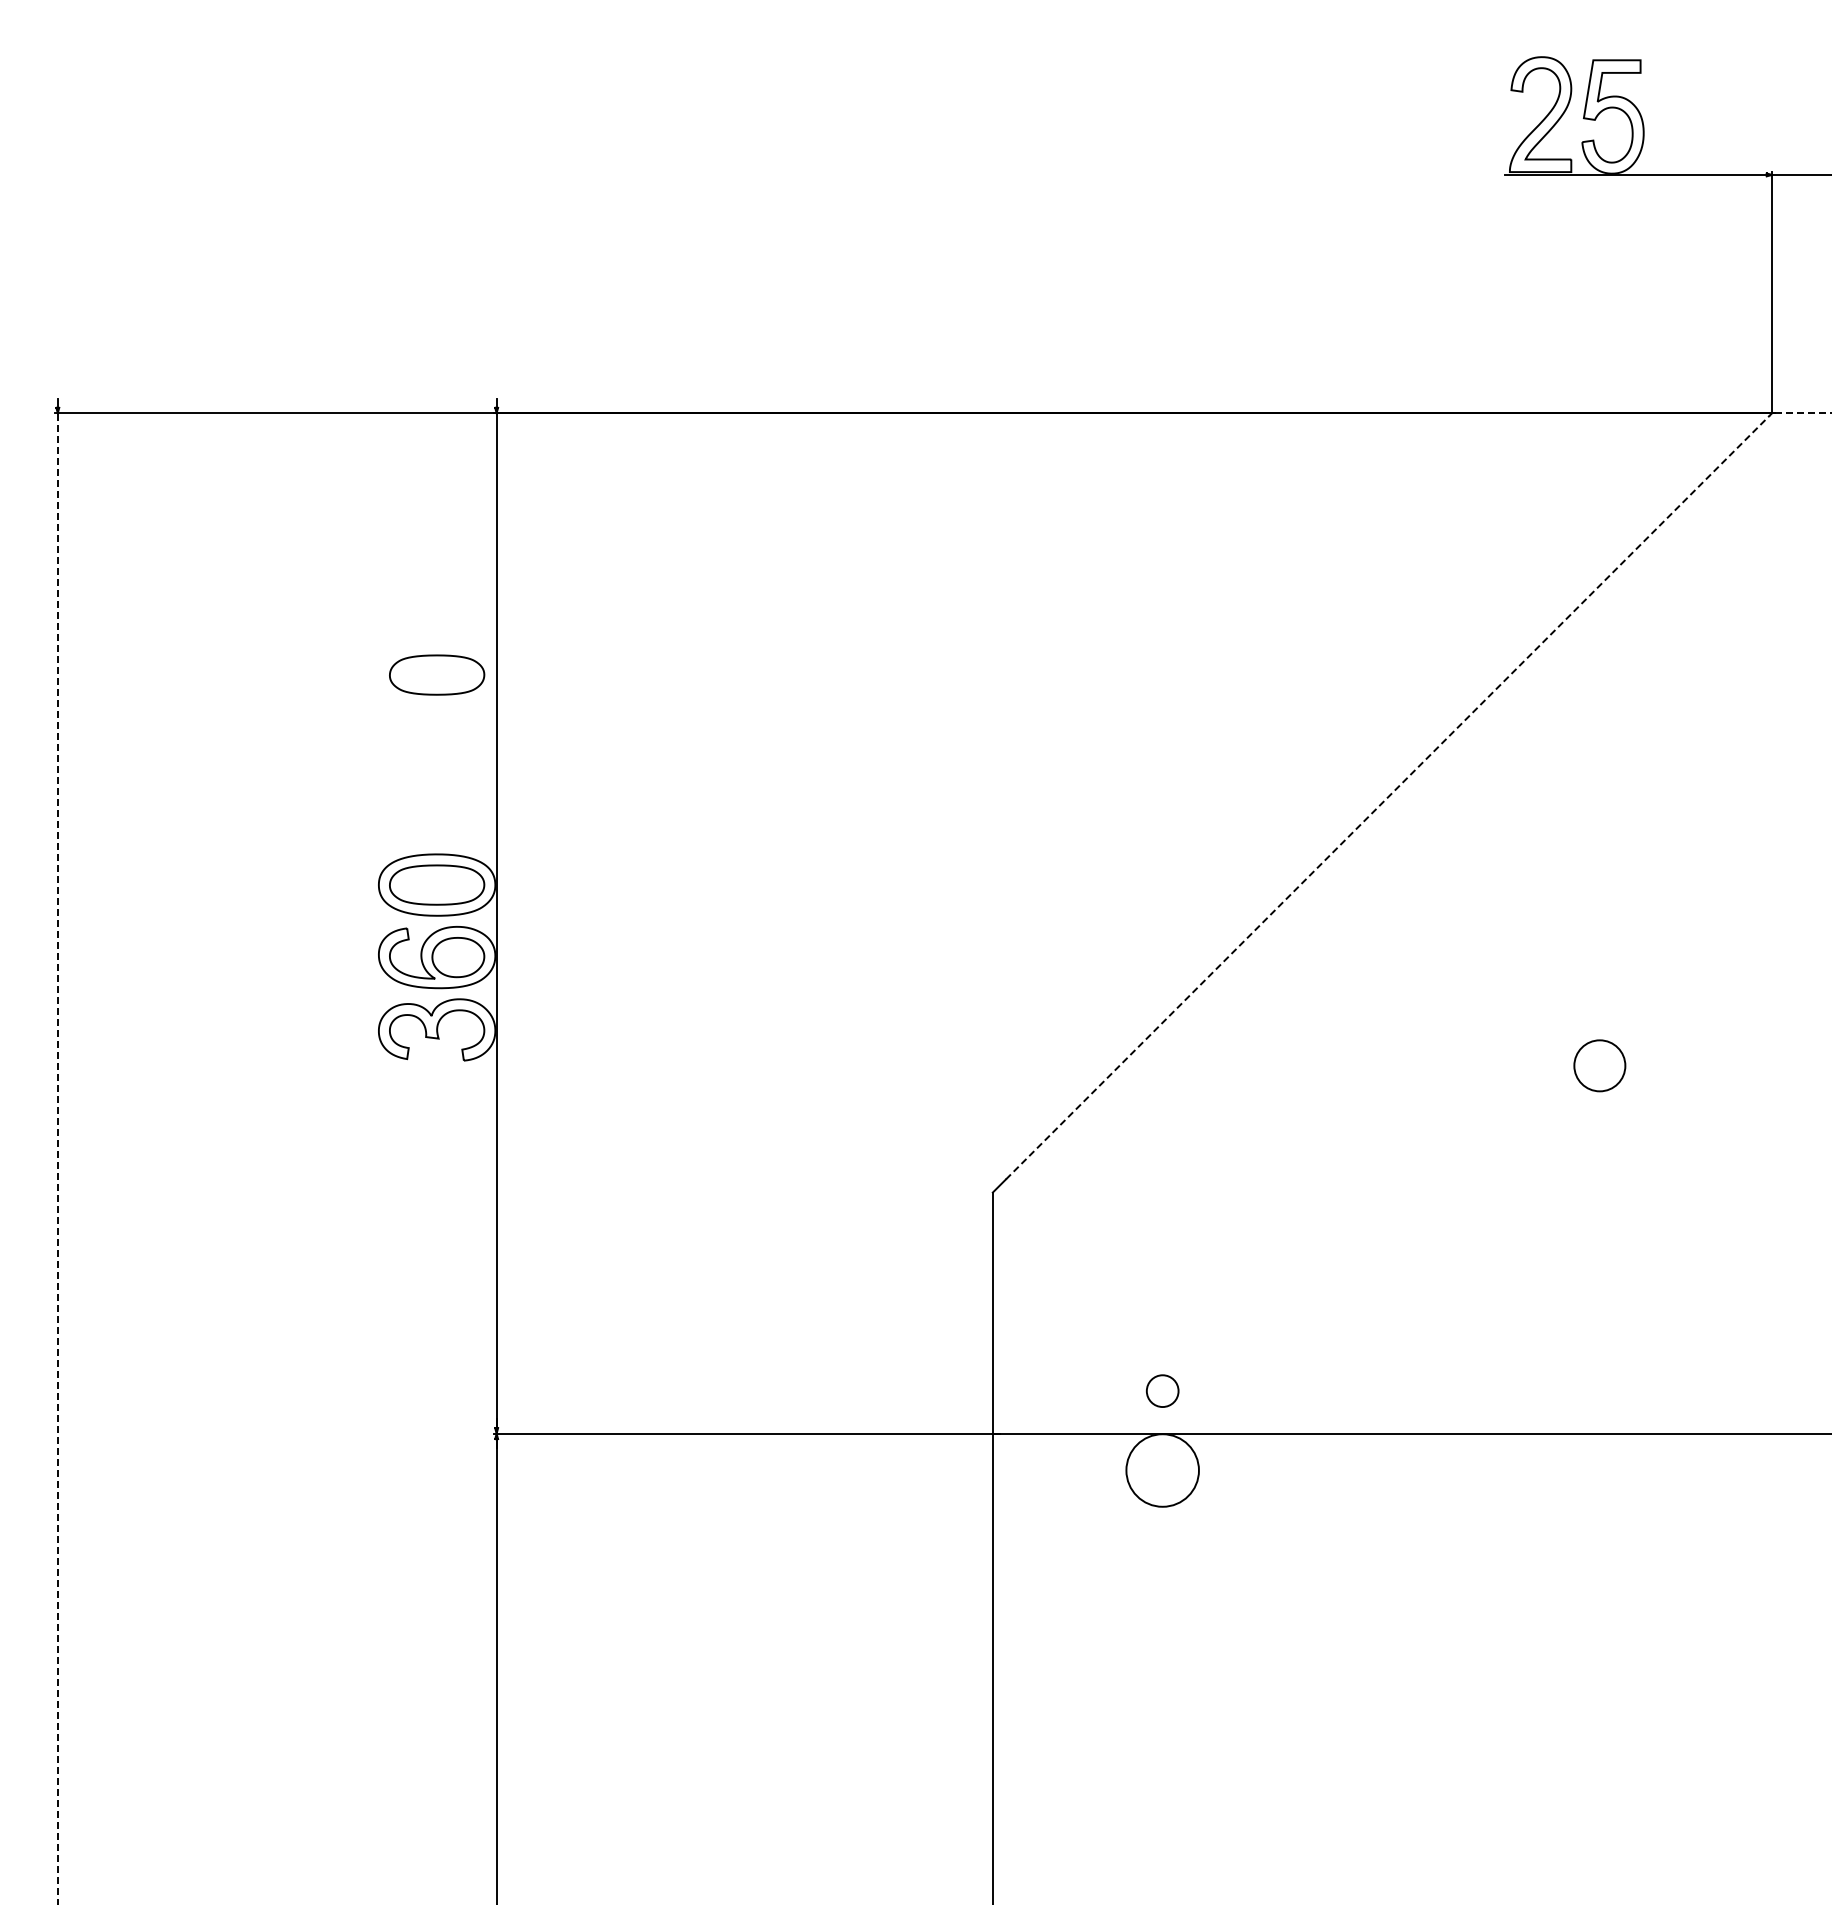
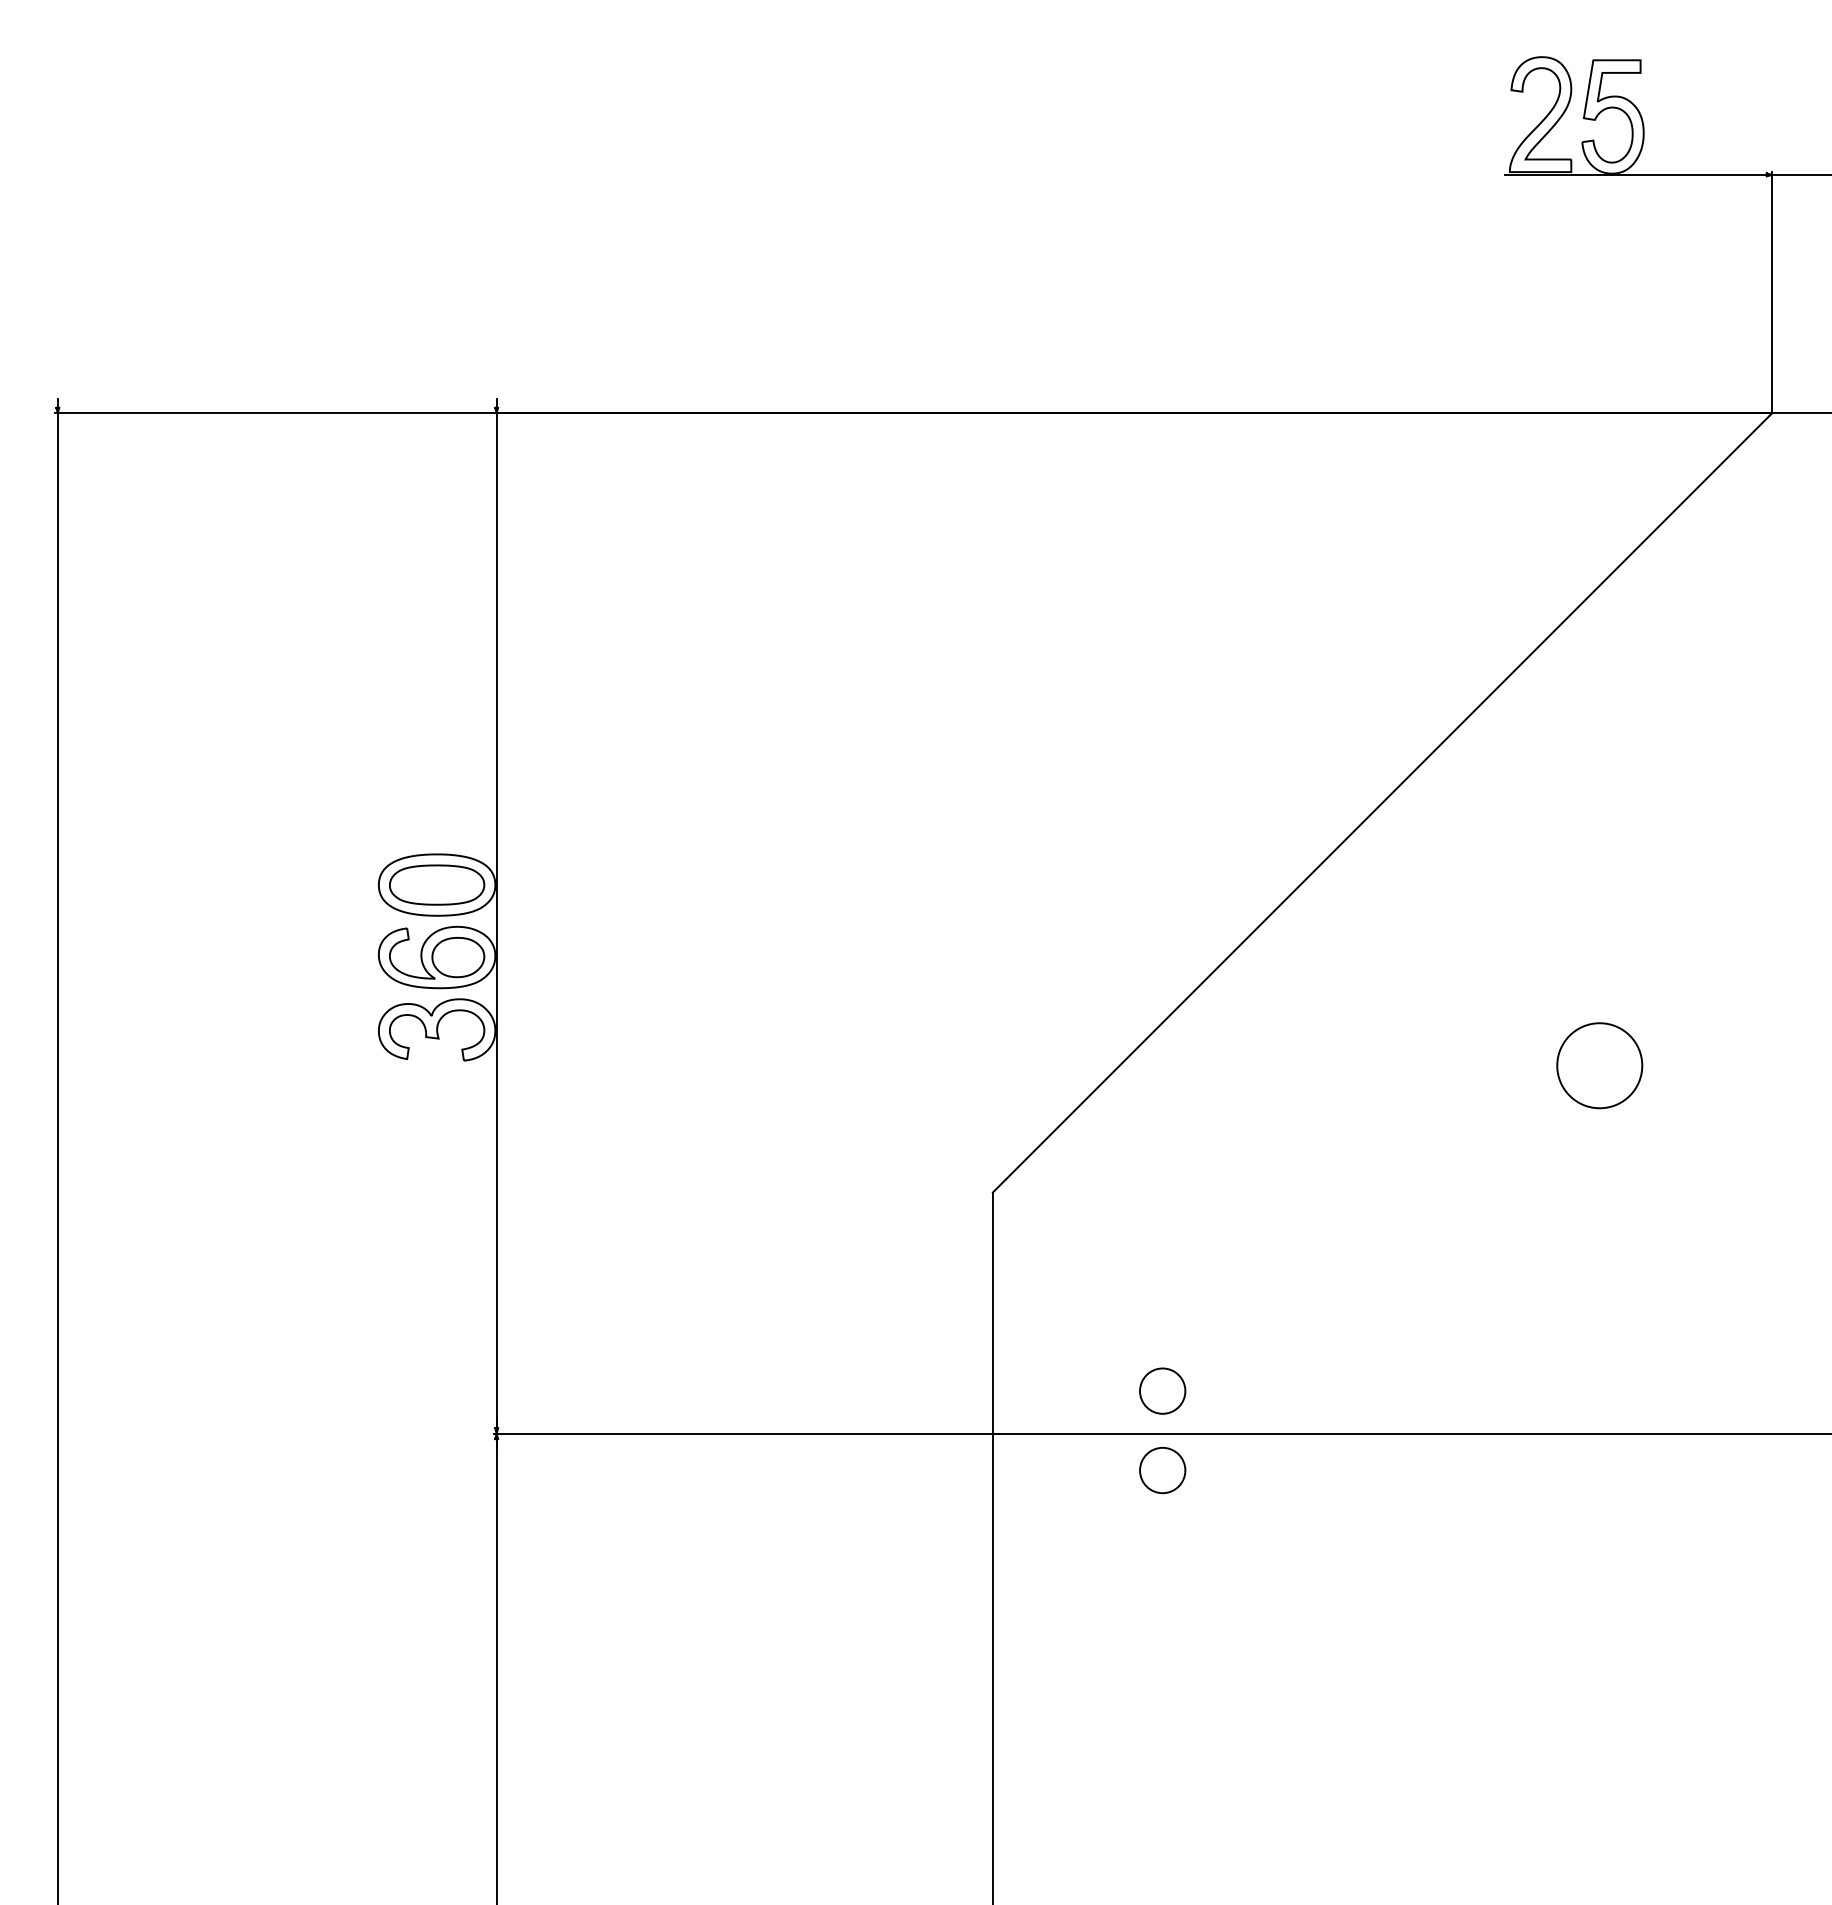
line at (1803, 413): dashed -> solid
part at (437, 674): present -> none
line at (1388, 797): dashed -> solid
circle at (1599, 1065) size: 54x54 px -> 88x88 px
line at (57, 1158): dashed -> solid
circle at (1162, 1391) diameter: 32 px -> 45 px
circle at (1162, 1470) diameter: 73 px -> 45 px
